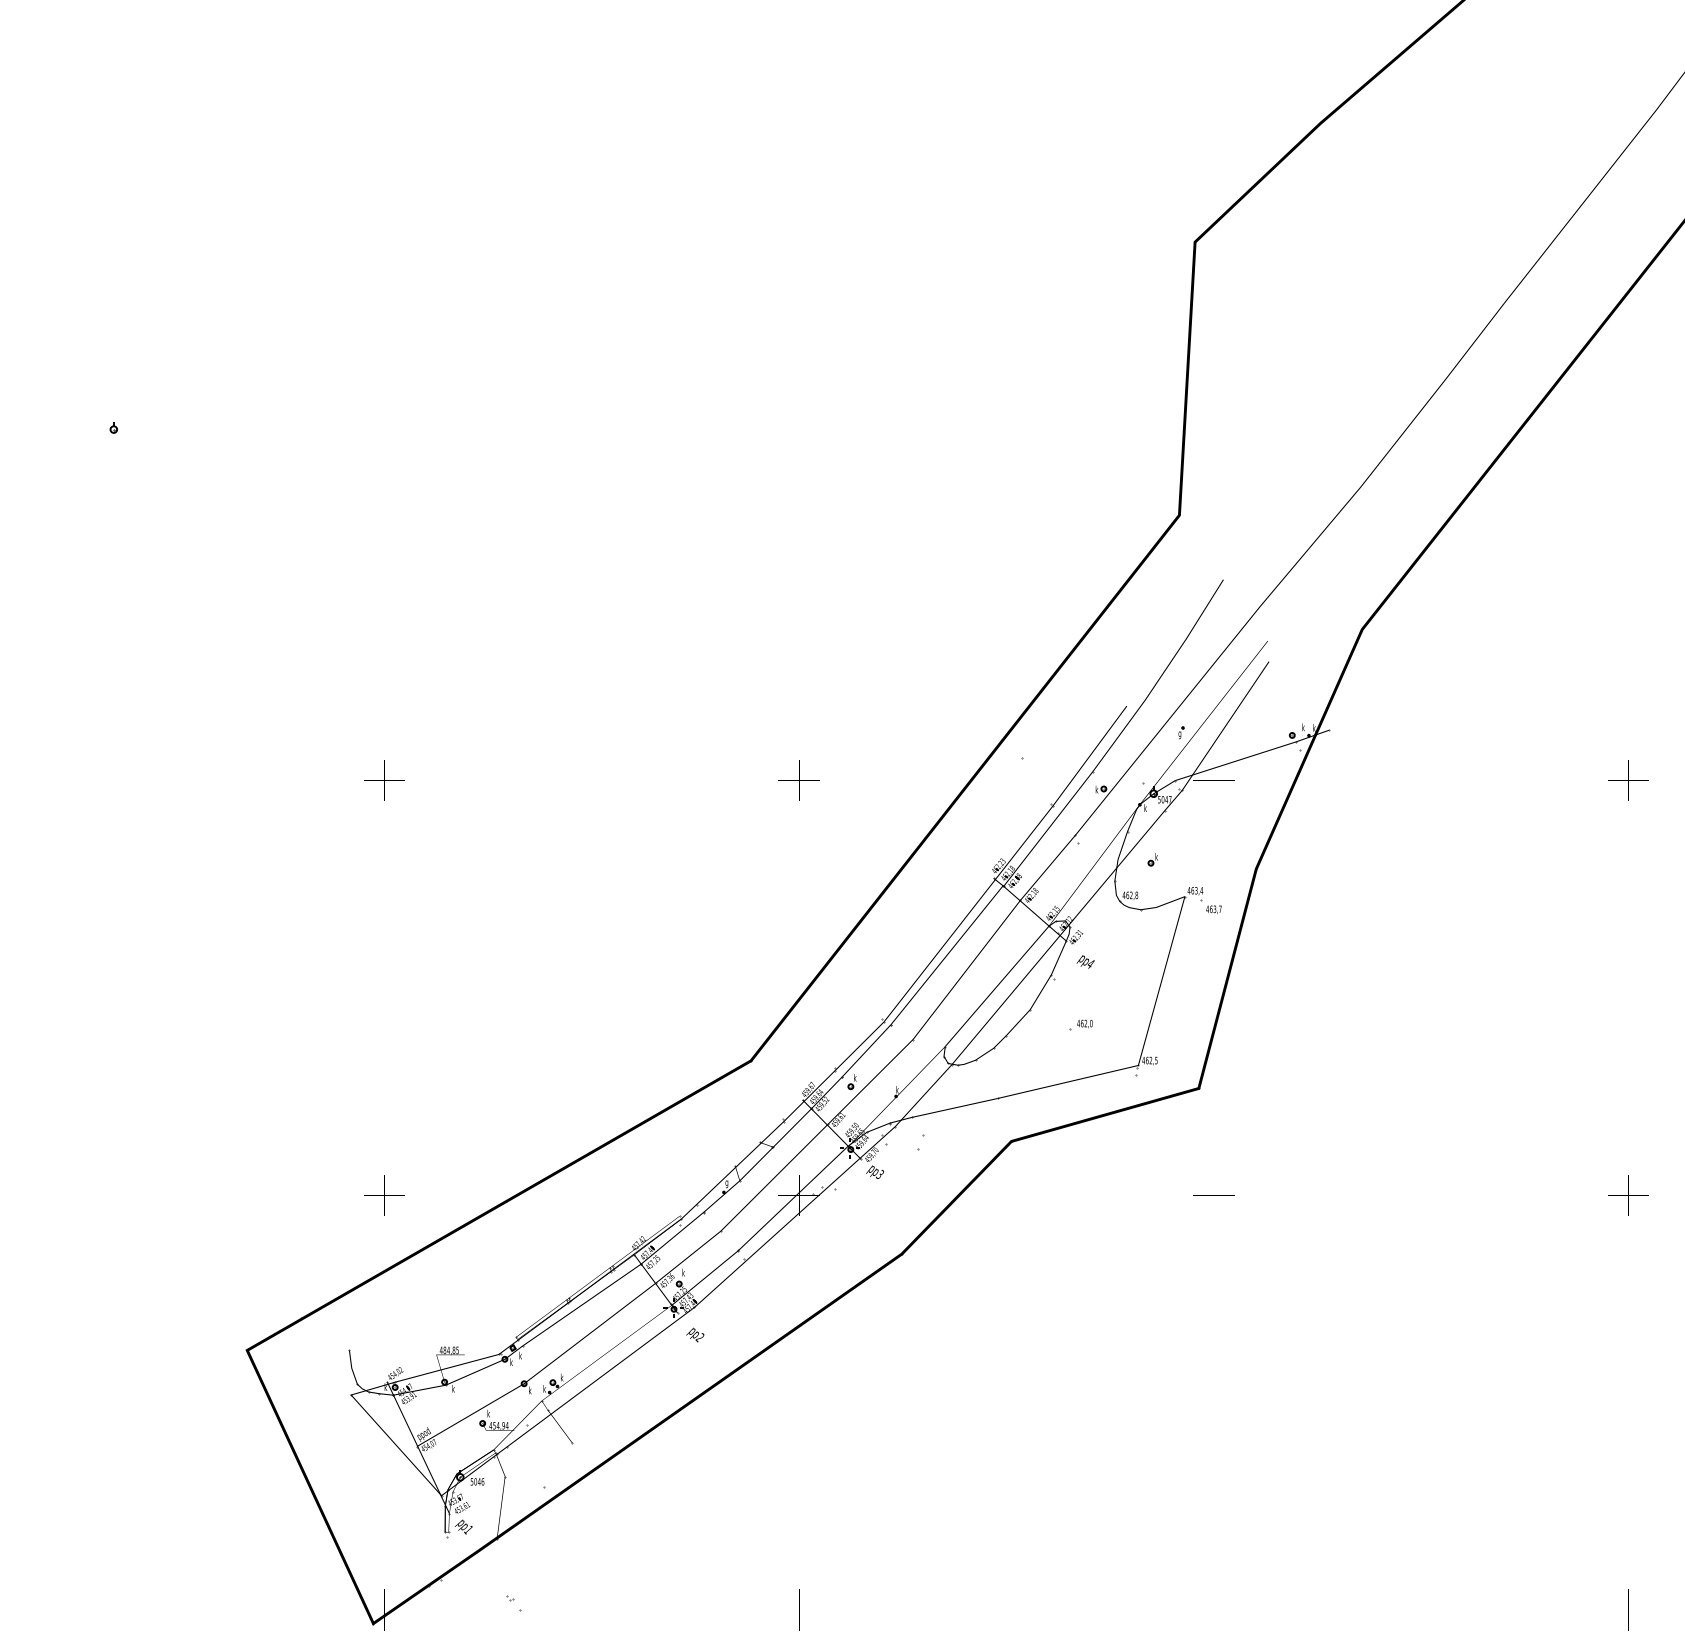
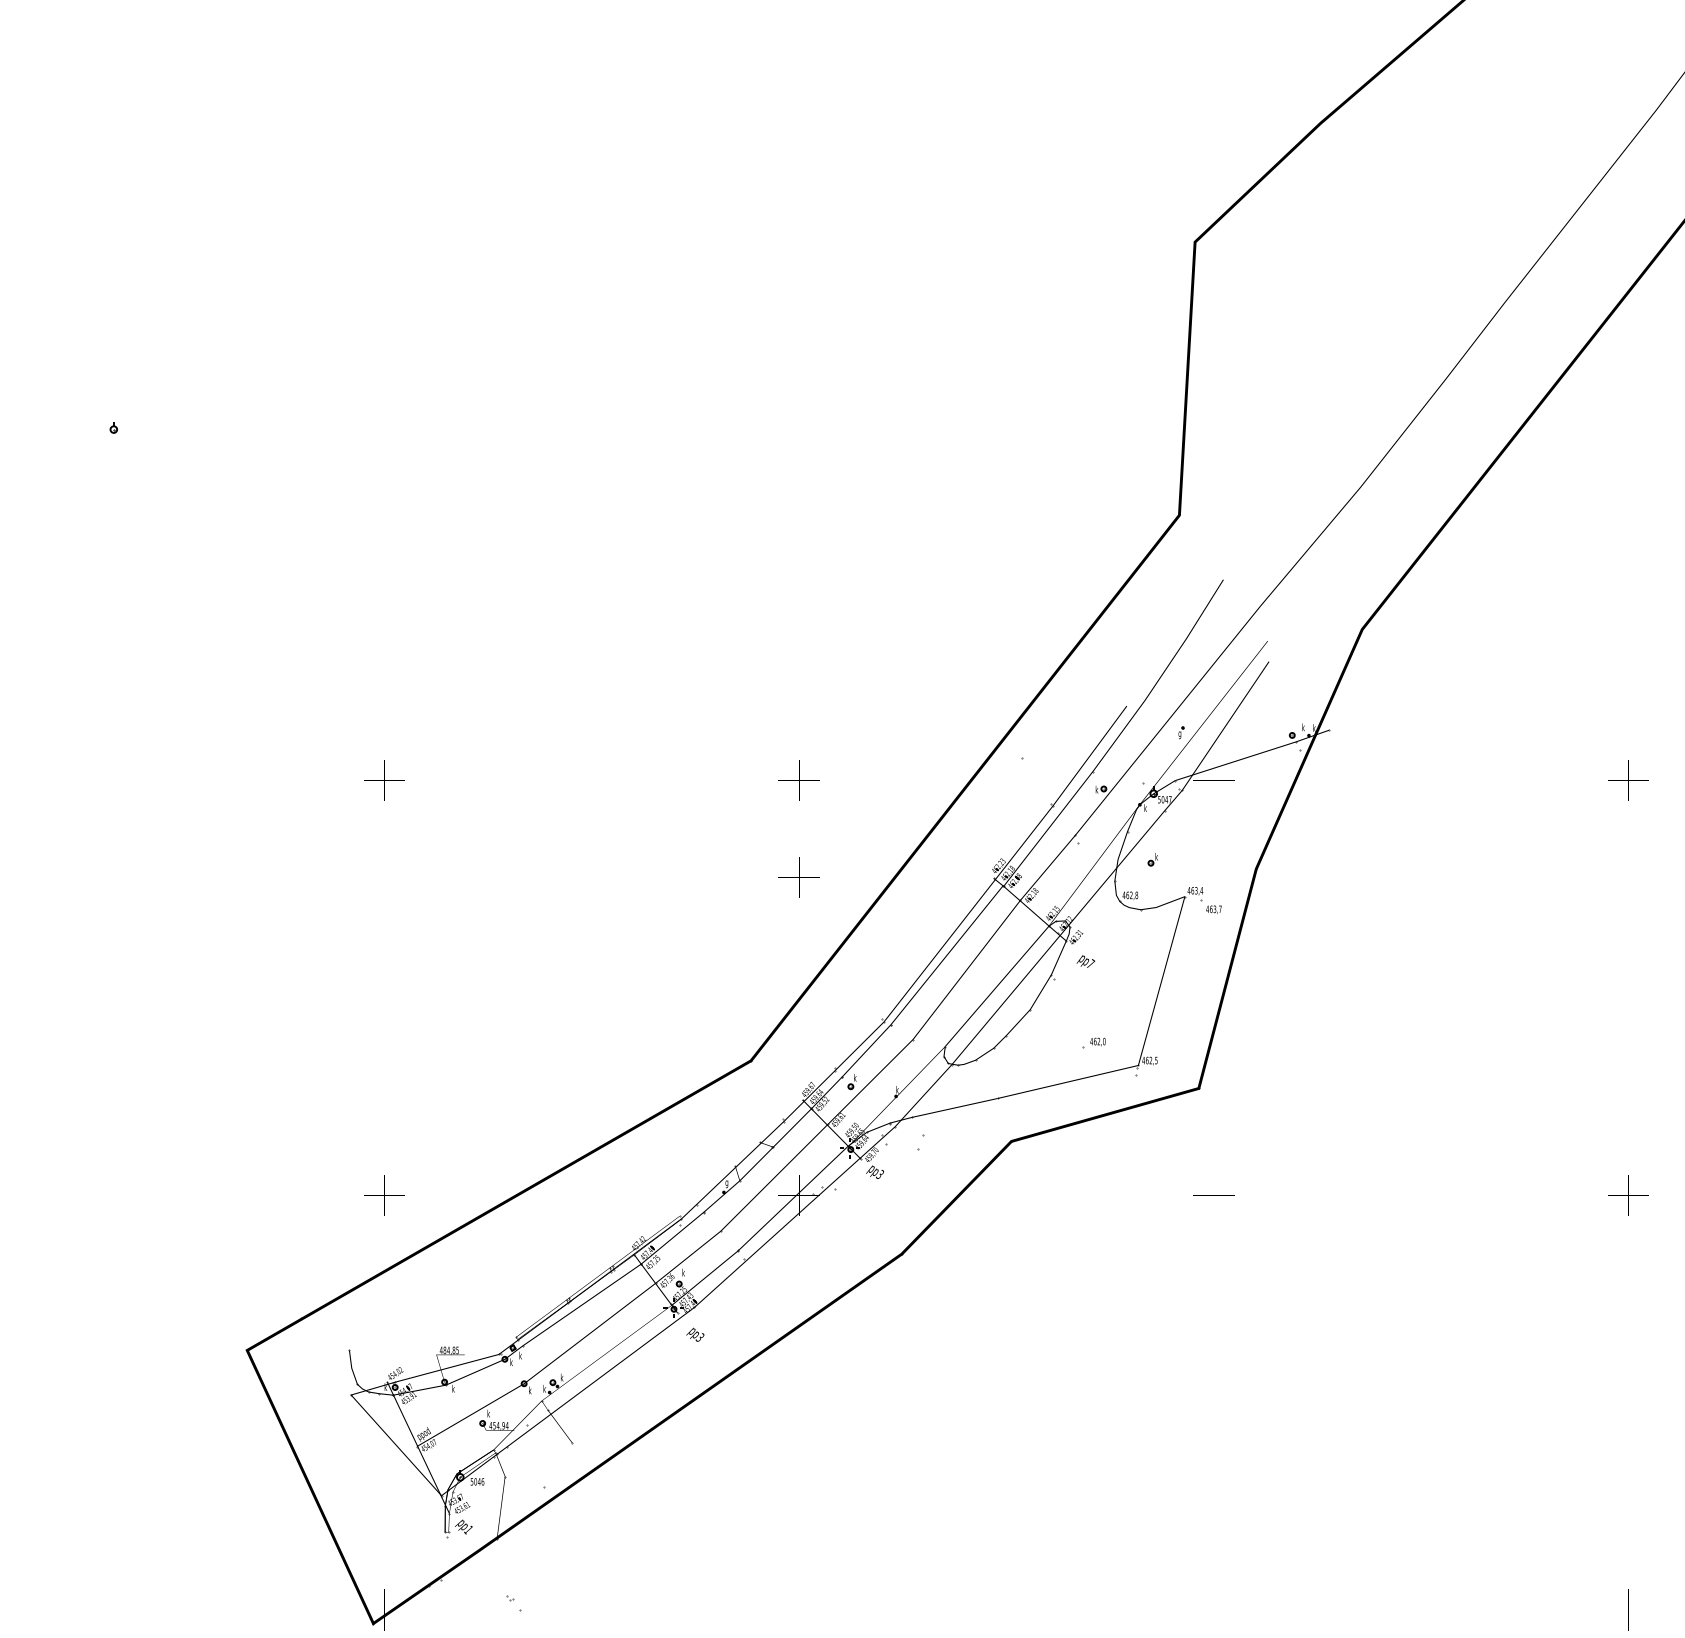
part at (798, 877): none -> present
text at (1091, 963): pp4 -> pp7
part at (1080, 1024) position: (1080, 1024) -> (1093, 1042)
text at (700, 1337): pp2 -> pp3
line at (799, 1609): present -> none
